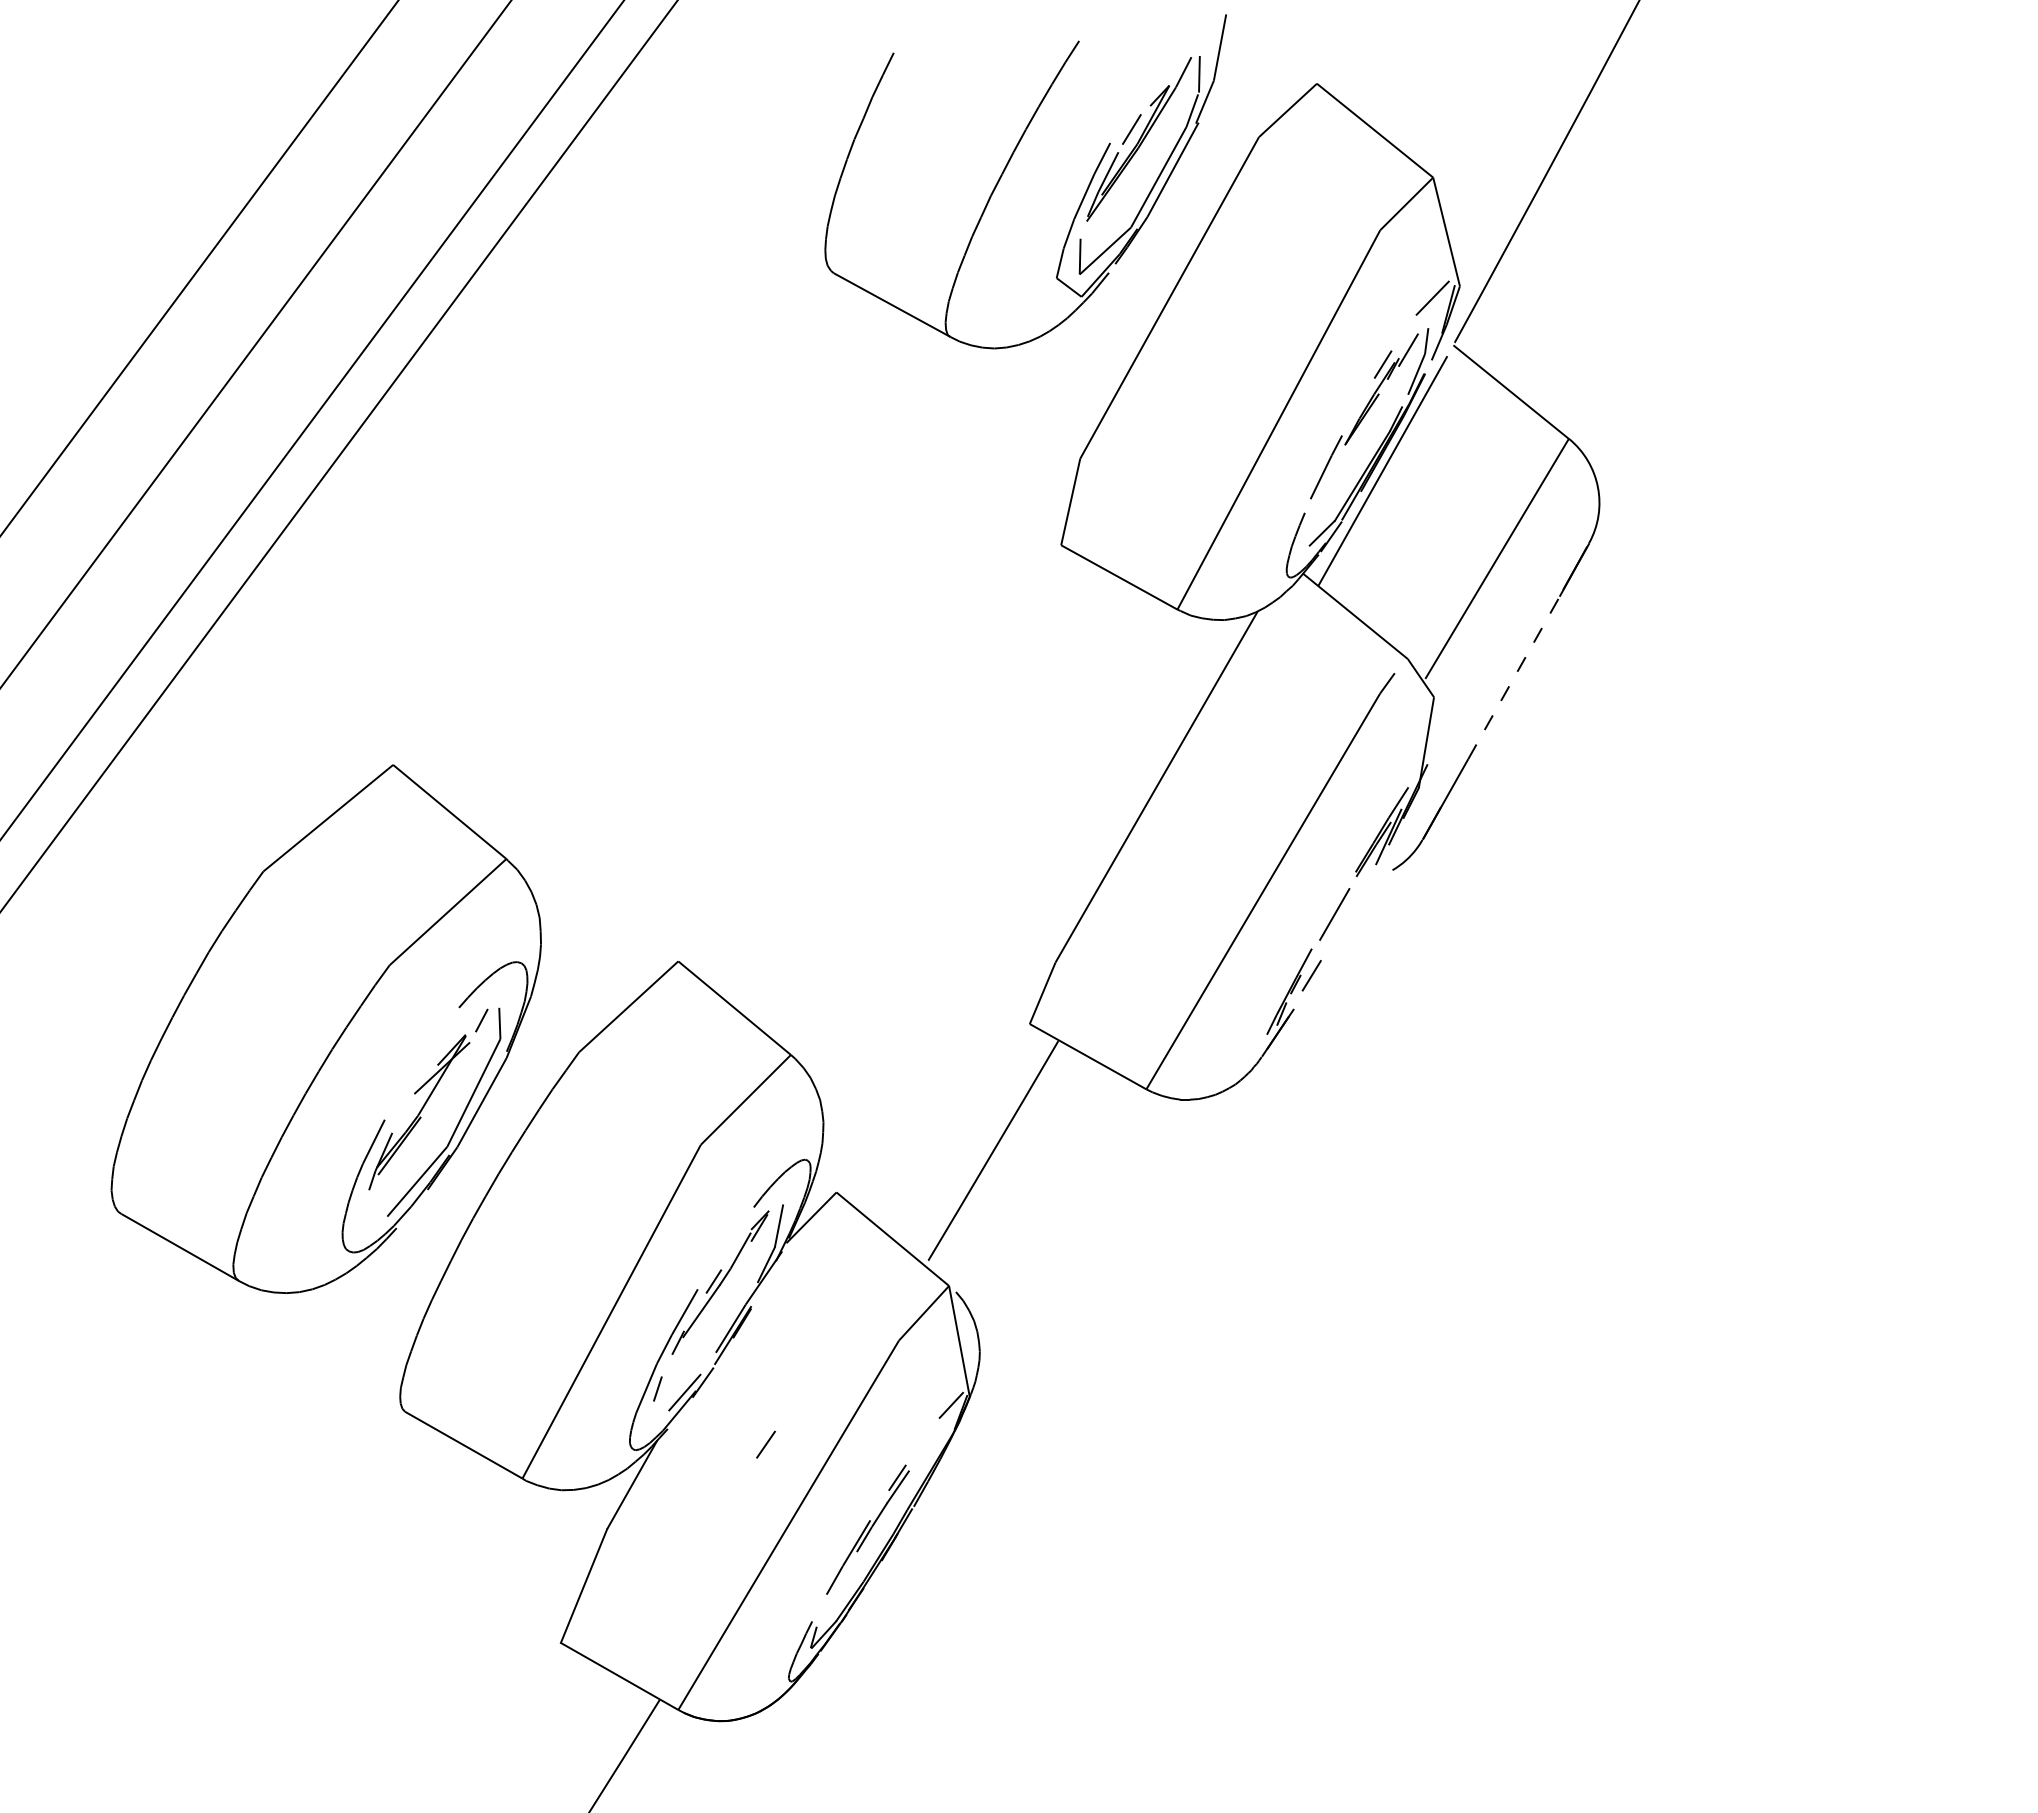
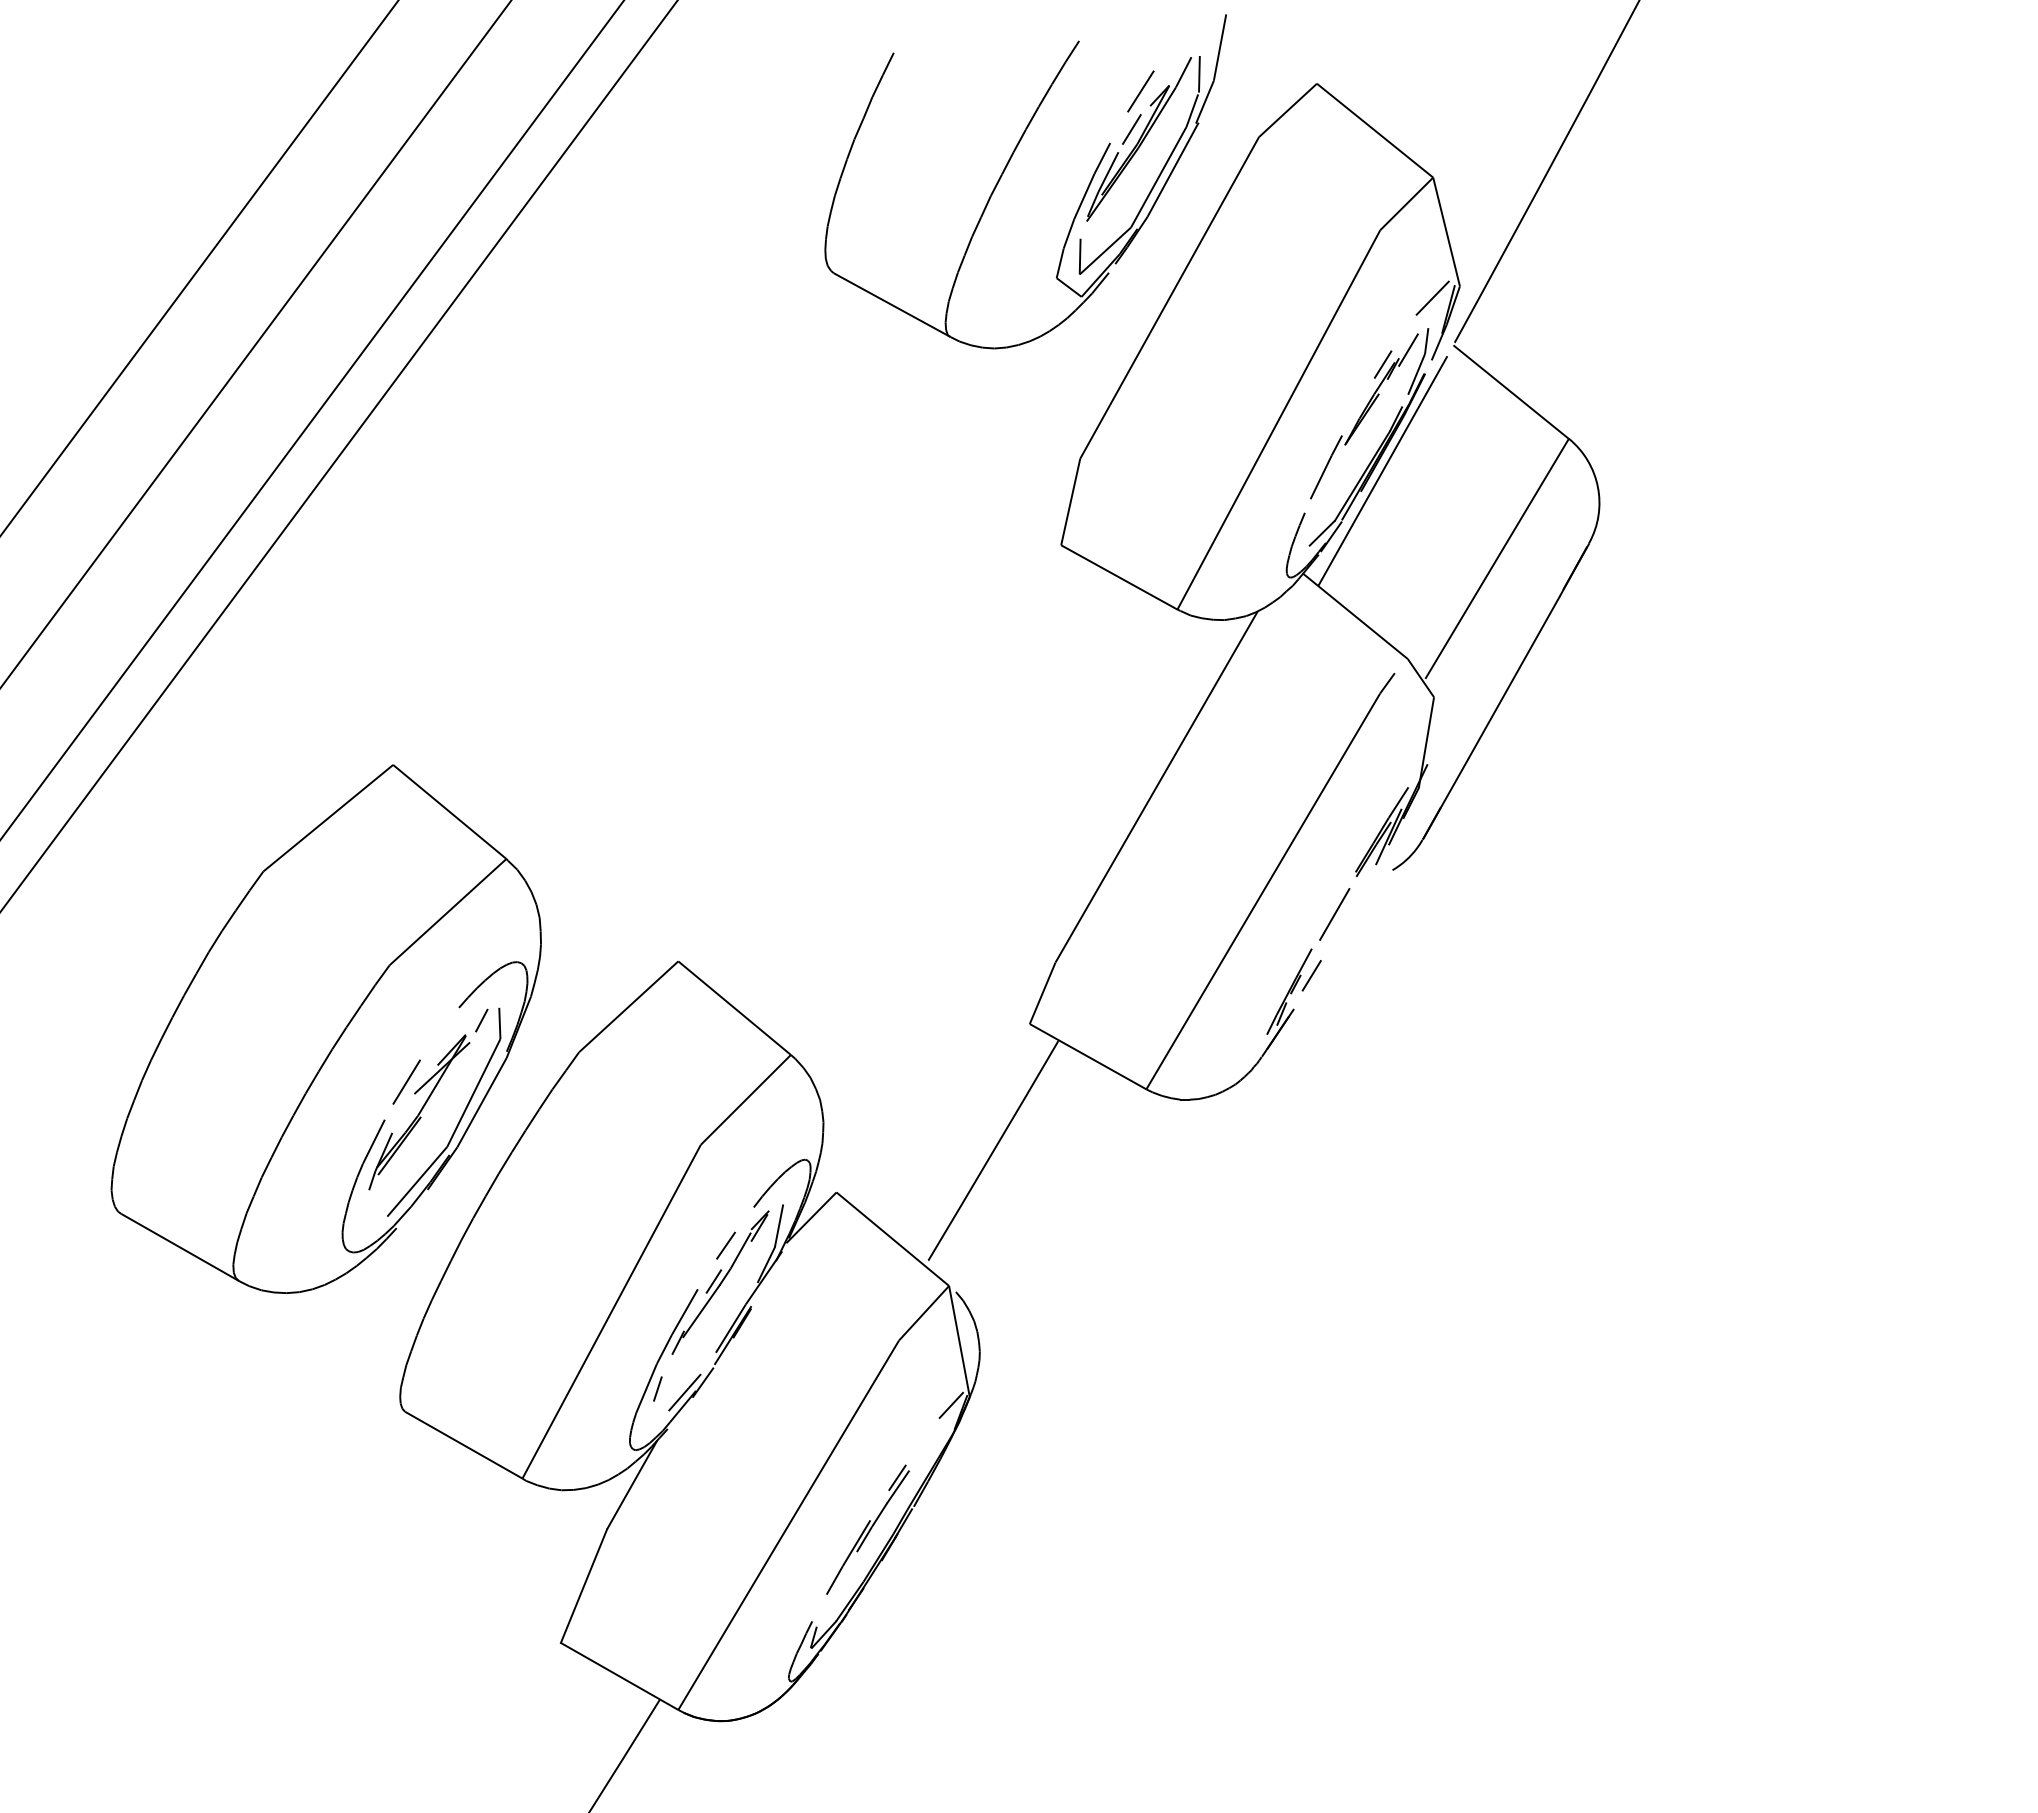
line at (1140, 91): none -> present
line at (1514, 677): dashed -> solid
line at (406, 1081): none -> present
line at (765, 1444) position: (765, 1444) -> (725, 1245)
